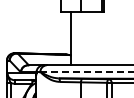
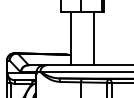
line at (94, 38): none -> present
line at (87, 72): dashed -> solid
